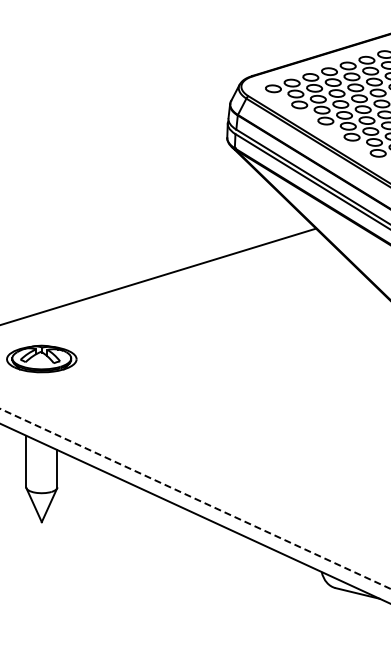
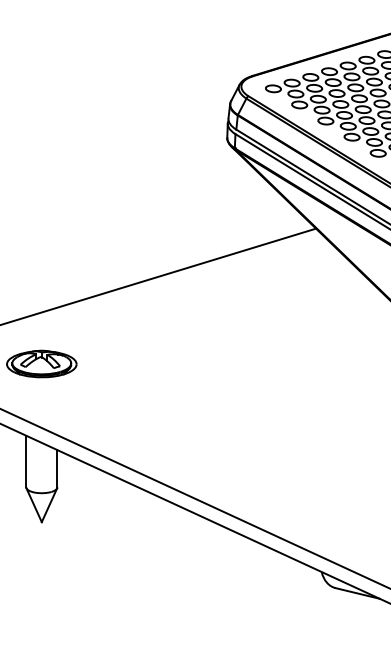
part at (41, 358) position: (41, 358) -> (41, 363)
line at (195, 498): dashed -> solid
